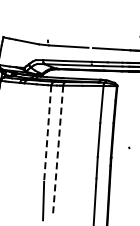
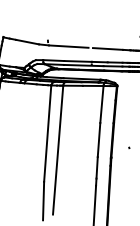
line at (47, 134): dashed -> solid
line at (58, 150): dashed -> solid
